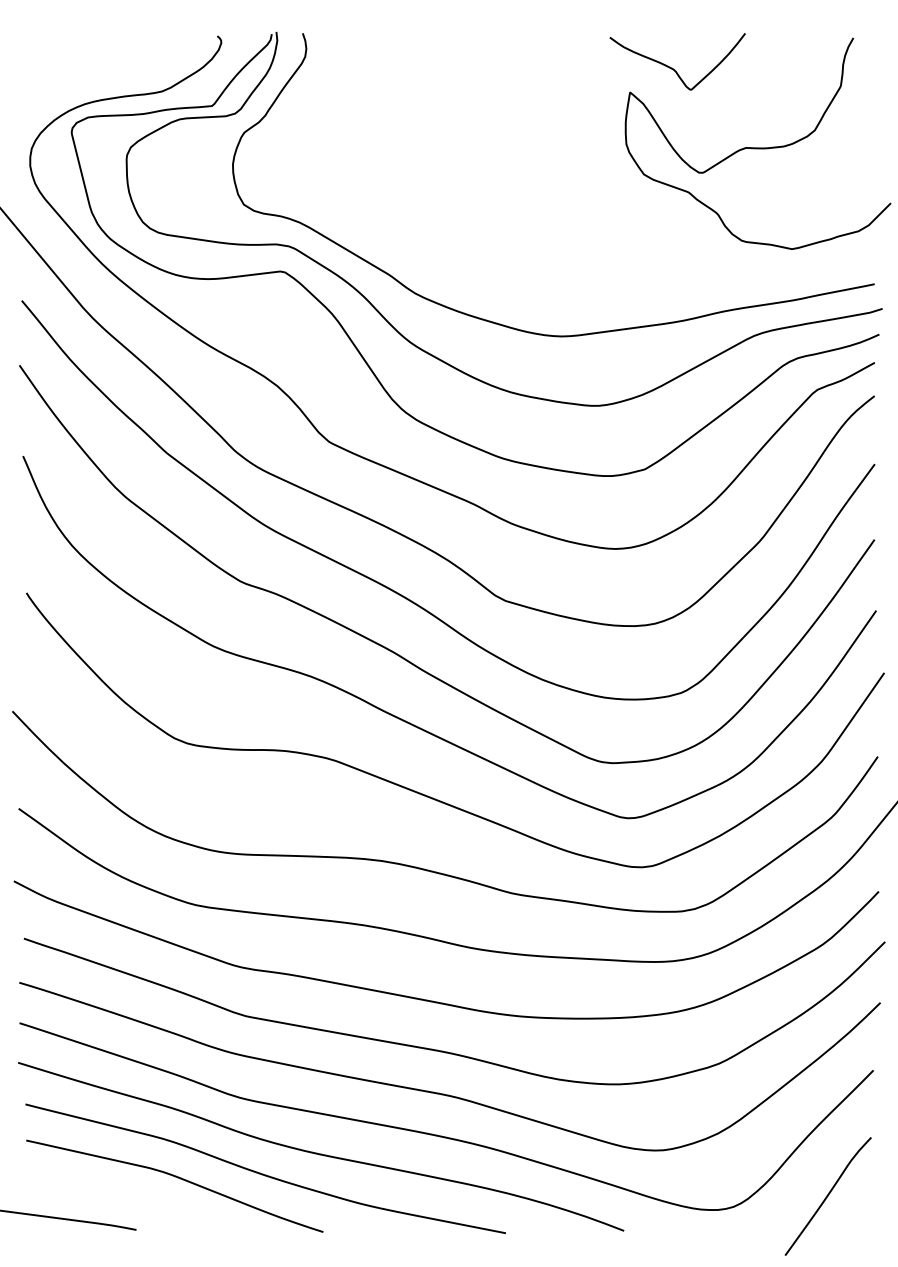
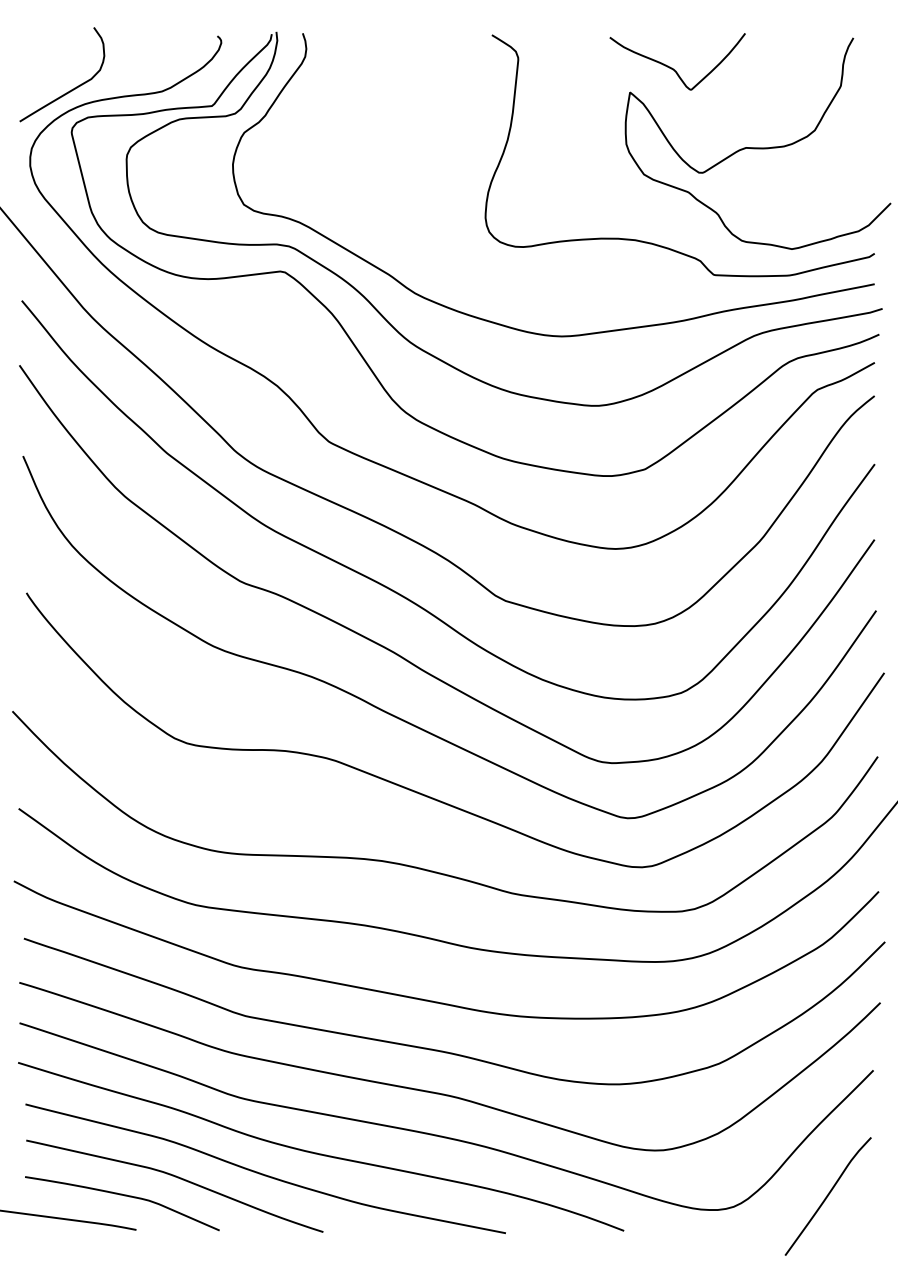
curve at (69, 90): none -> present
curve at (655, 243): none -> present
curve at (124, 1196): none -> present
